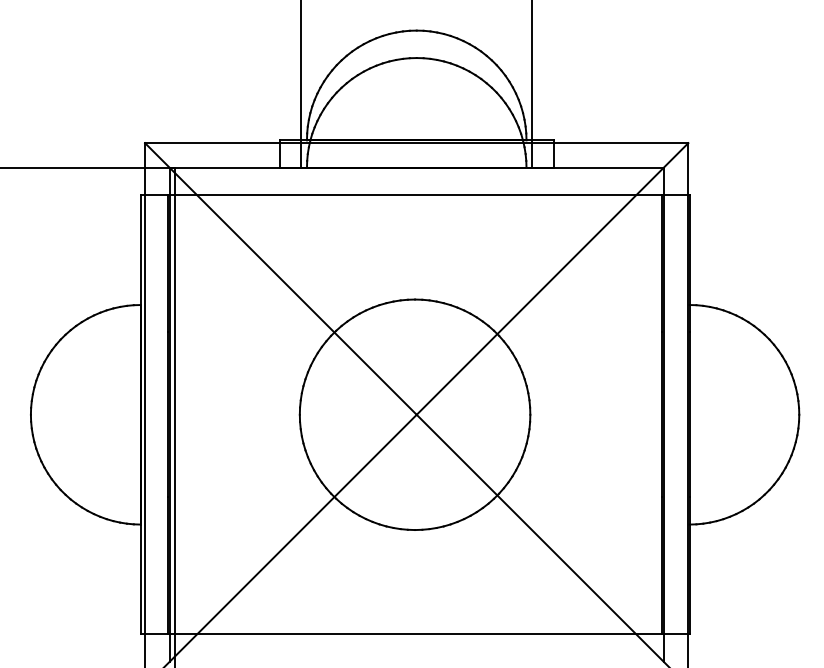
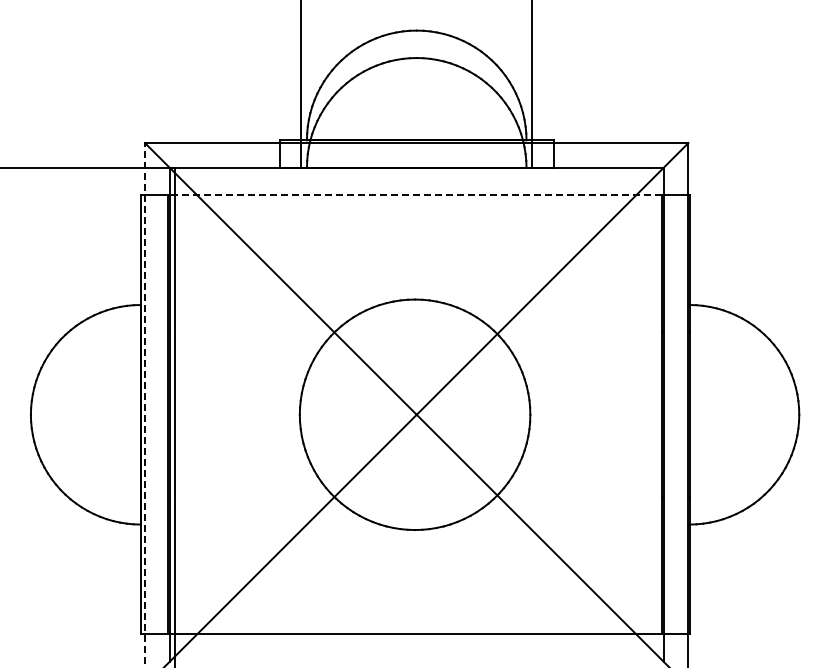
line at (415, 195): solid -> dashed
line at (145, 404): solid -> dashed
